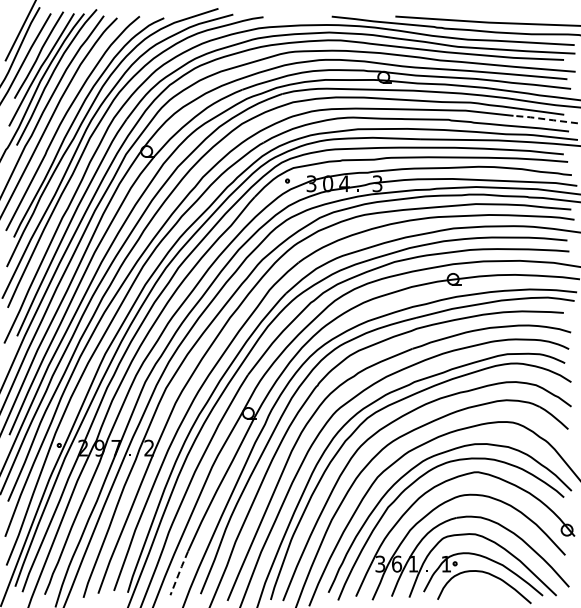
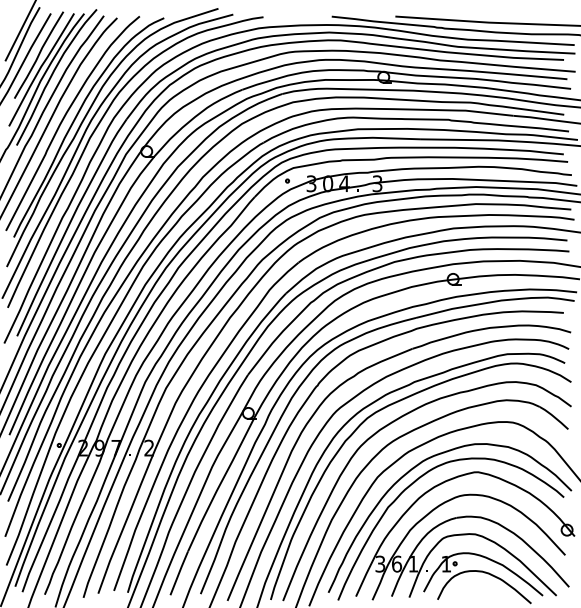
line at (546, 119): dashed -> solid
line at (179, 573): dashed -> solid
